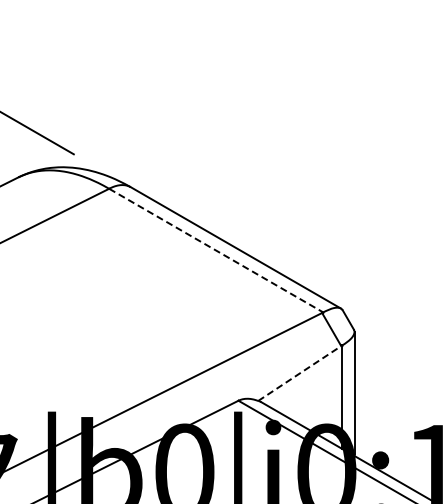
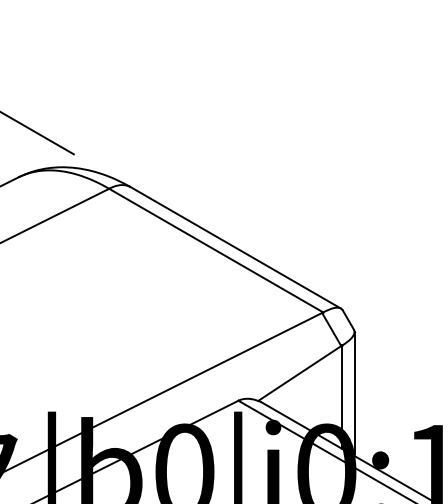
line at (216, 250): dashed -> solid
line at (299, 373): dashed -> solid
